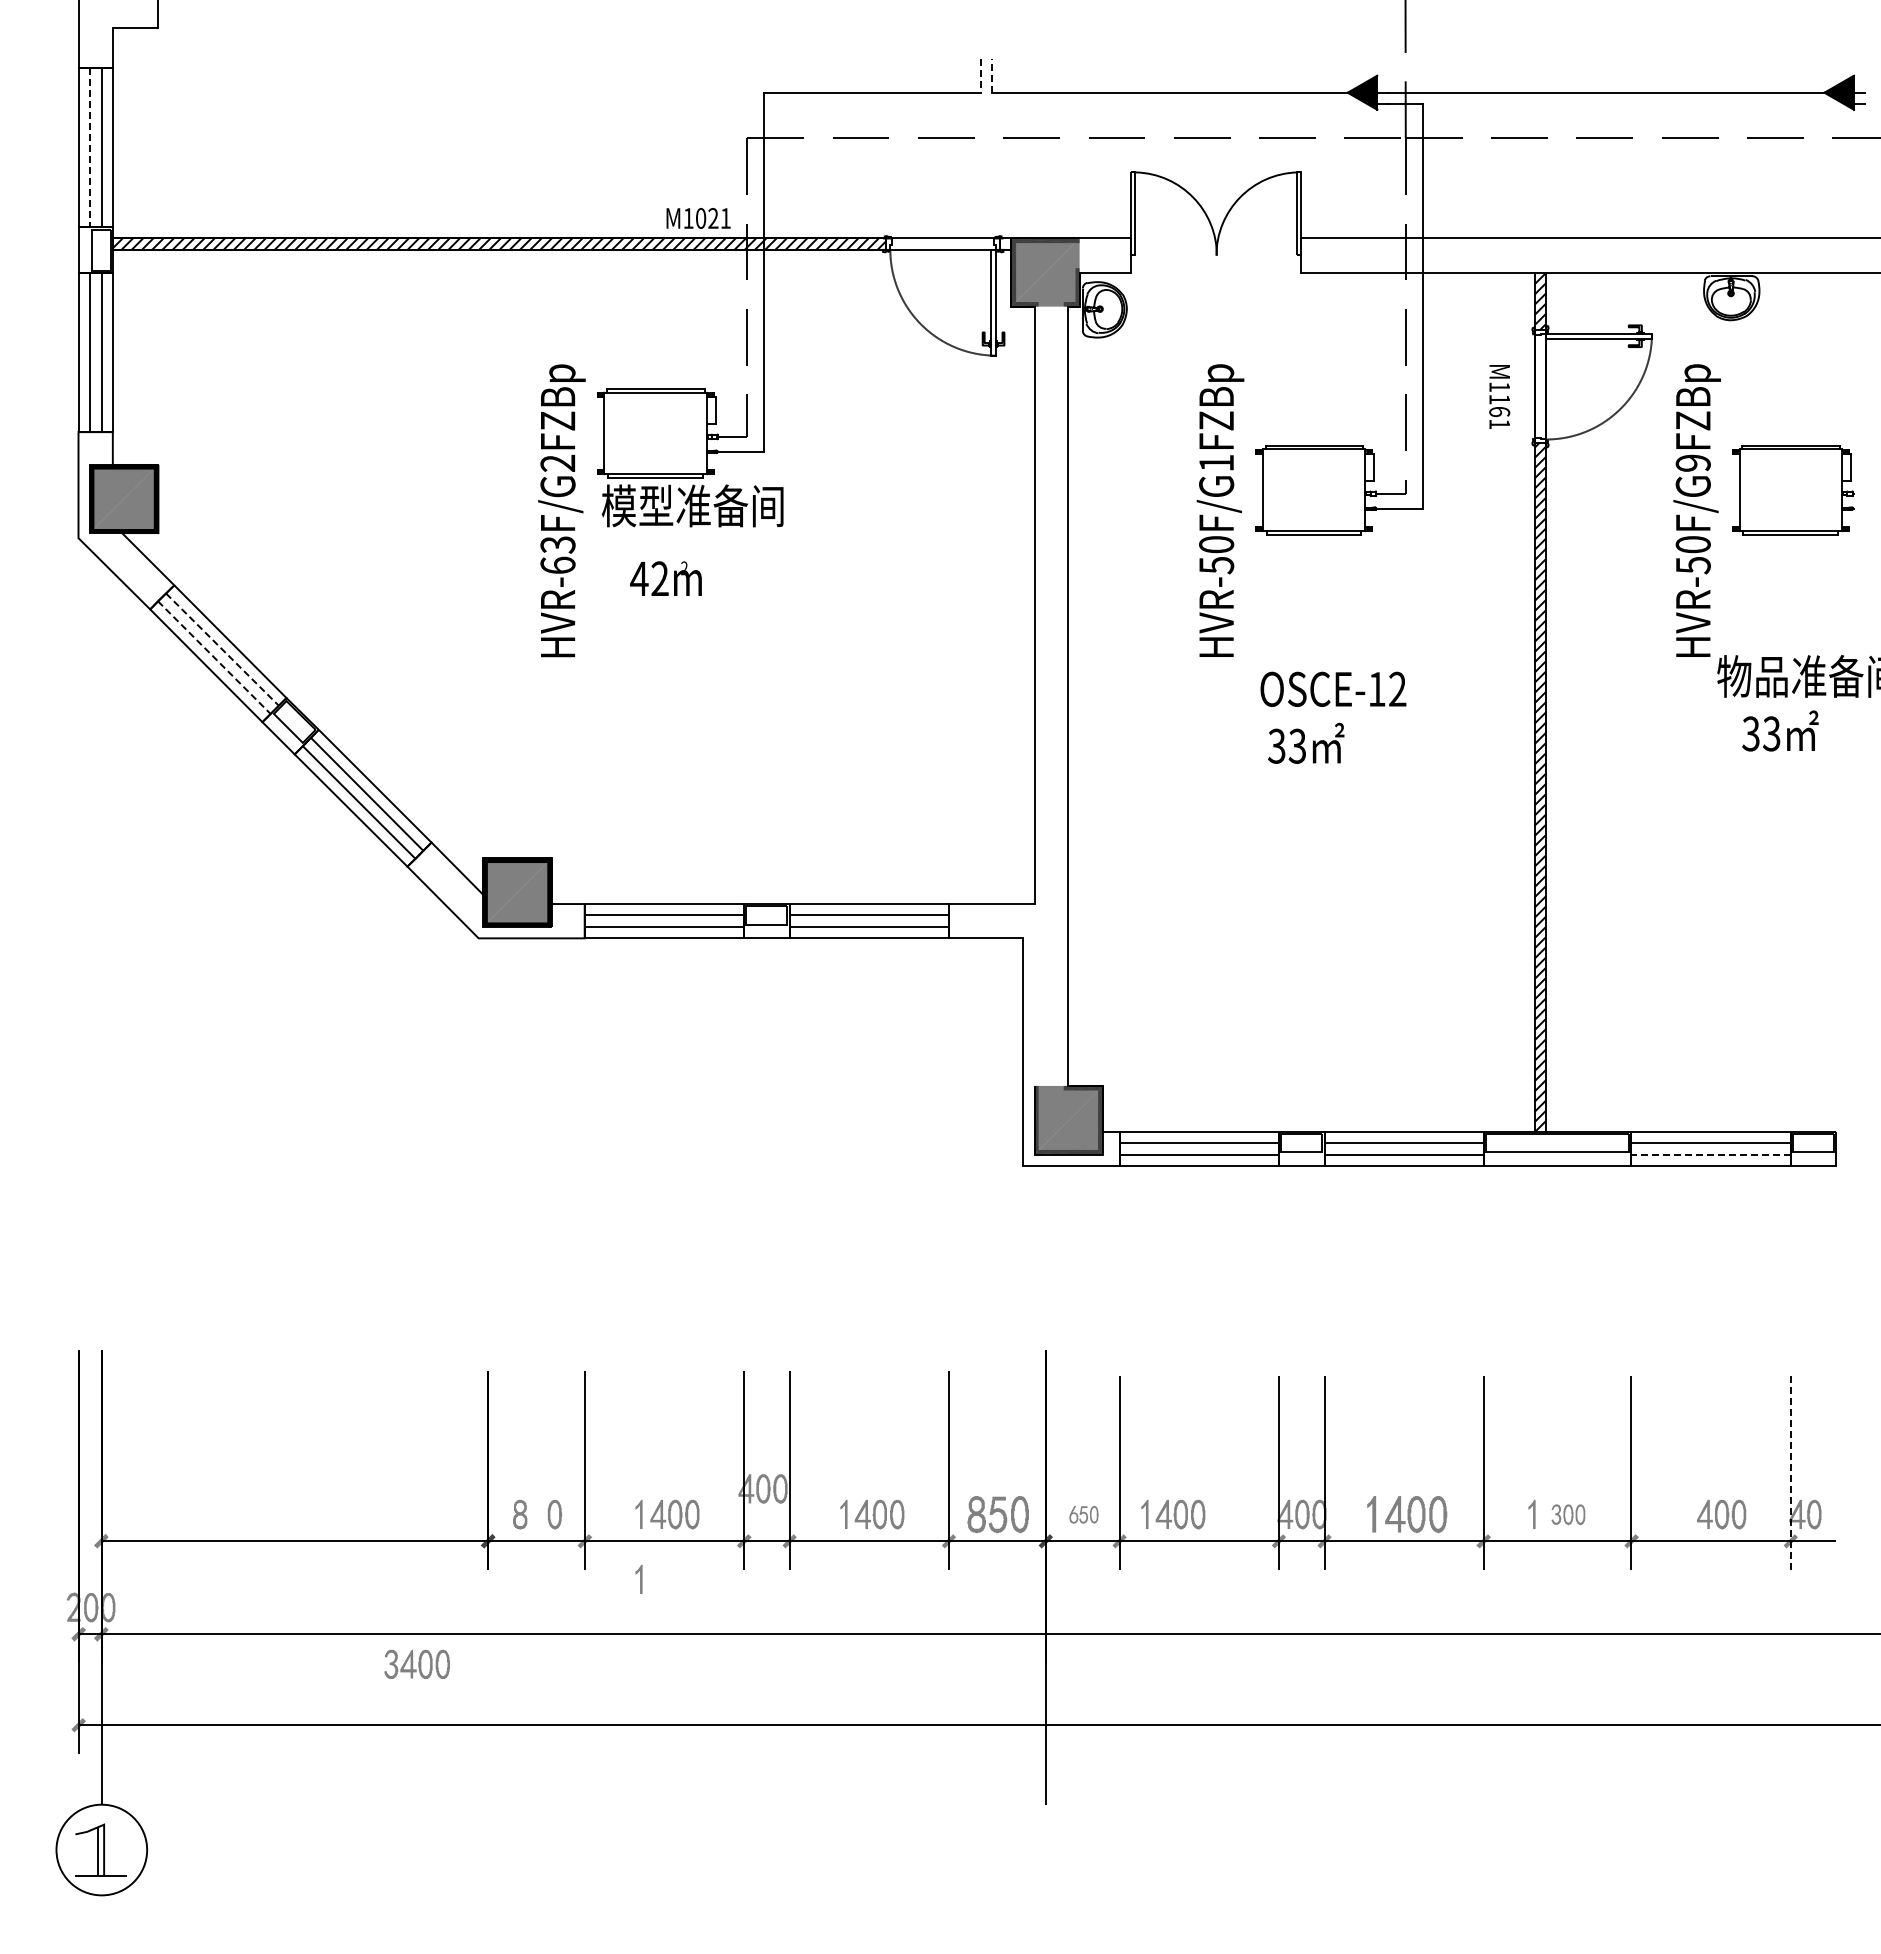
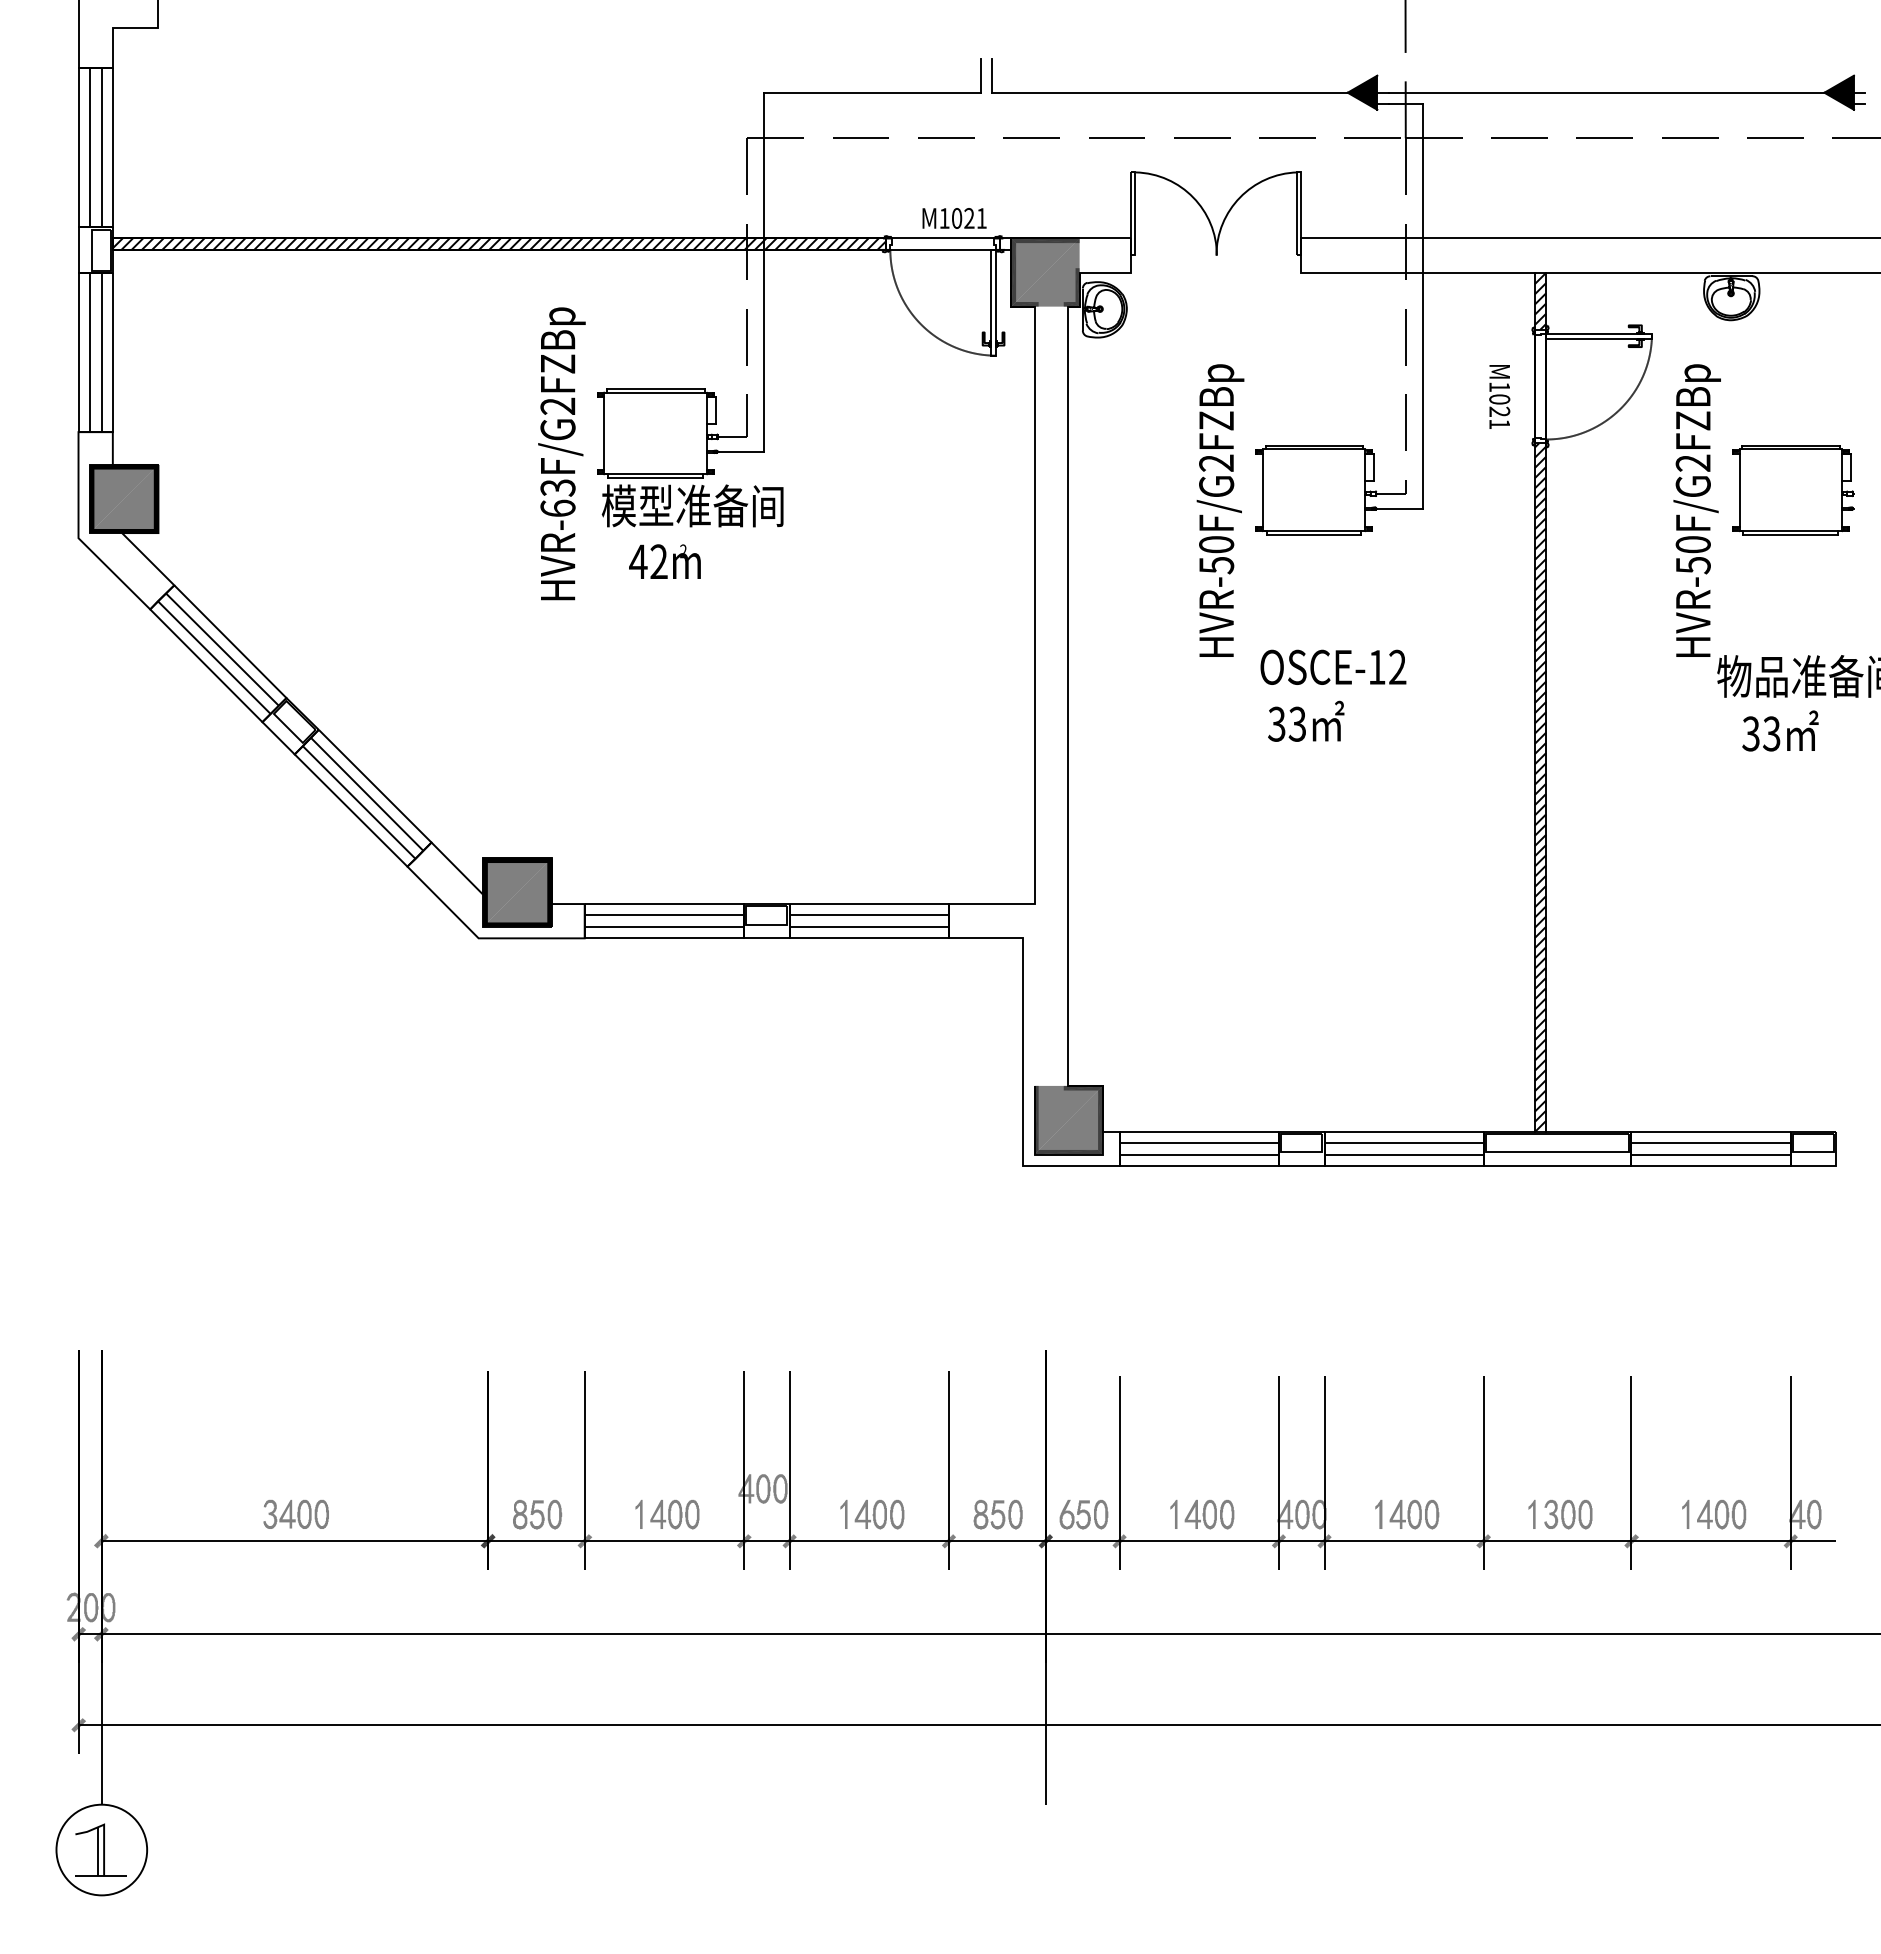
line at (992, 75): dashed -> solid
line at (981, 76): dashed -> solid
line at (89, 147): dashed -> solid
text at (698, 218) position: (698, 218) -> (954, 218)
text at (1499, 405): M1161 -> M1021
text at (1216, 462): HVR-50F/G1FZBp -> HVR-50F/G2FZBp
text at (1693, 462): HVR-50F/G9FZBp -> HVR-50F/G2FZBp
text at (561, 510) position: (561, 510) -> (561, 453)
text at (665, 578) position: (665, 578) -> (664, 561)
line at (222, 649): dashed -> solid
line at (214, 657): dashed -> solid
text at (1333, 717) position: (1333, 717) -> (1333, 695)
line at (1711, 1154): dashed -> solid
line at (1790, 1472): dashed -> solid
fill at (536, 1514): none -> present
part at (997, 1514) size: 62x37 px -> 50x30 px
part at (1083, 1514) size: 30x18 px -> 50x30 px
part at (1173, 1514) position: (1173, 1514) -> (1202, 1514)
part at (1407, 1514) size: 81x37 px -> 65x30 px
part at (1568, 1514) size: 35x21 px -> 49x30 px
fill at (1685, 1514): none -> present
part at (638, 1579): present -> none
part at (416, 1664) position: (416, 1664) -> (295, 1514)
